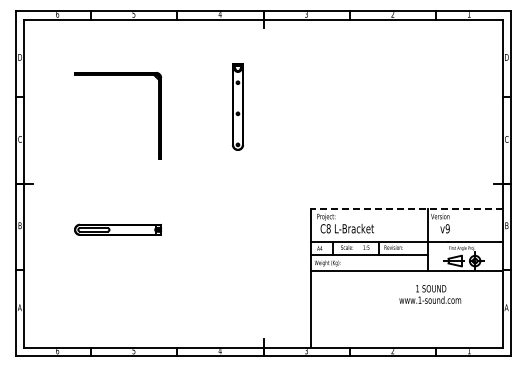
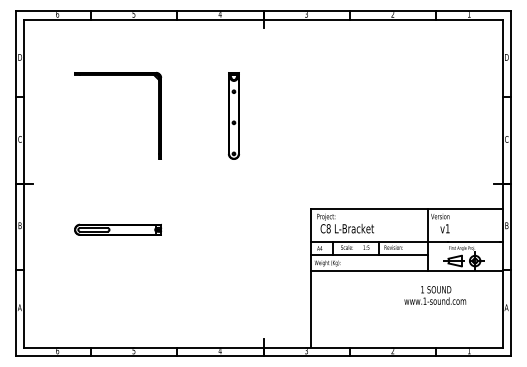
part at (237, 106) position: (237, 106) -> (233, 115)
line at (406, 209): dashed -> solid
text at (447, 228): v9 -> v1
text at (430, 294) position: (430, 294) -> (435, 295)
